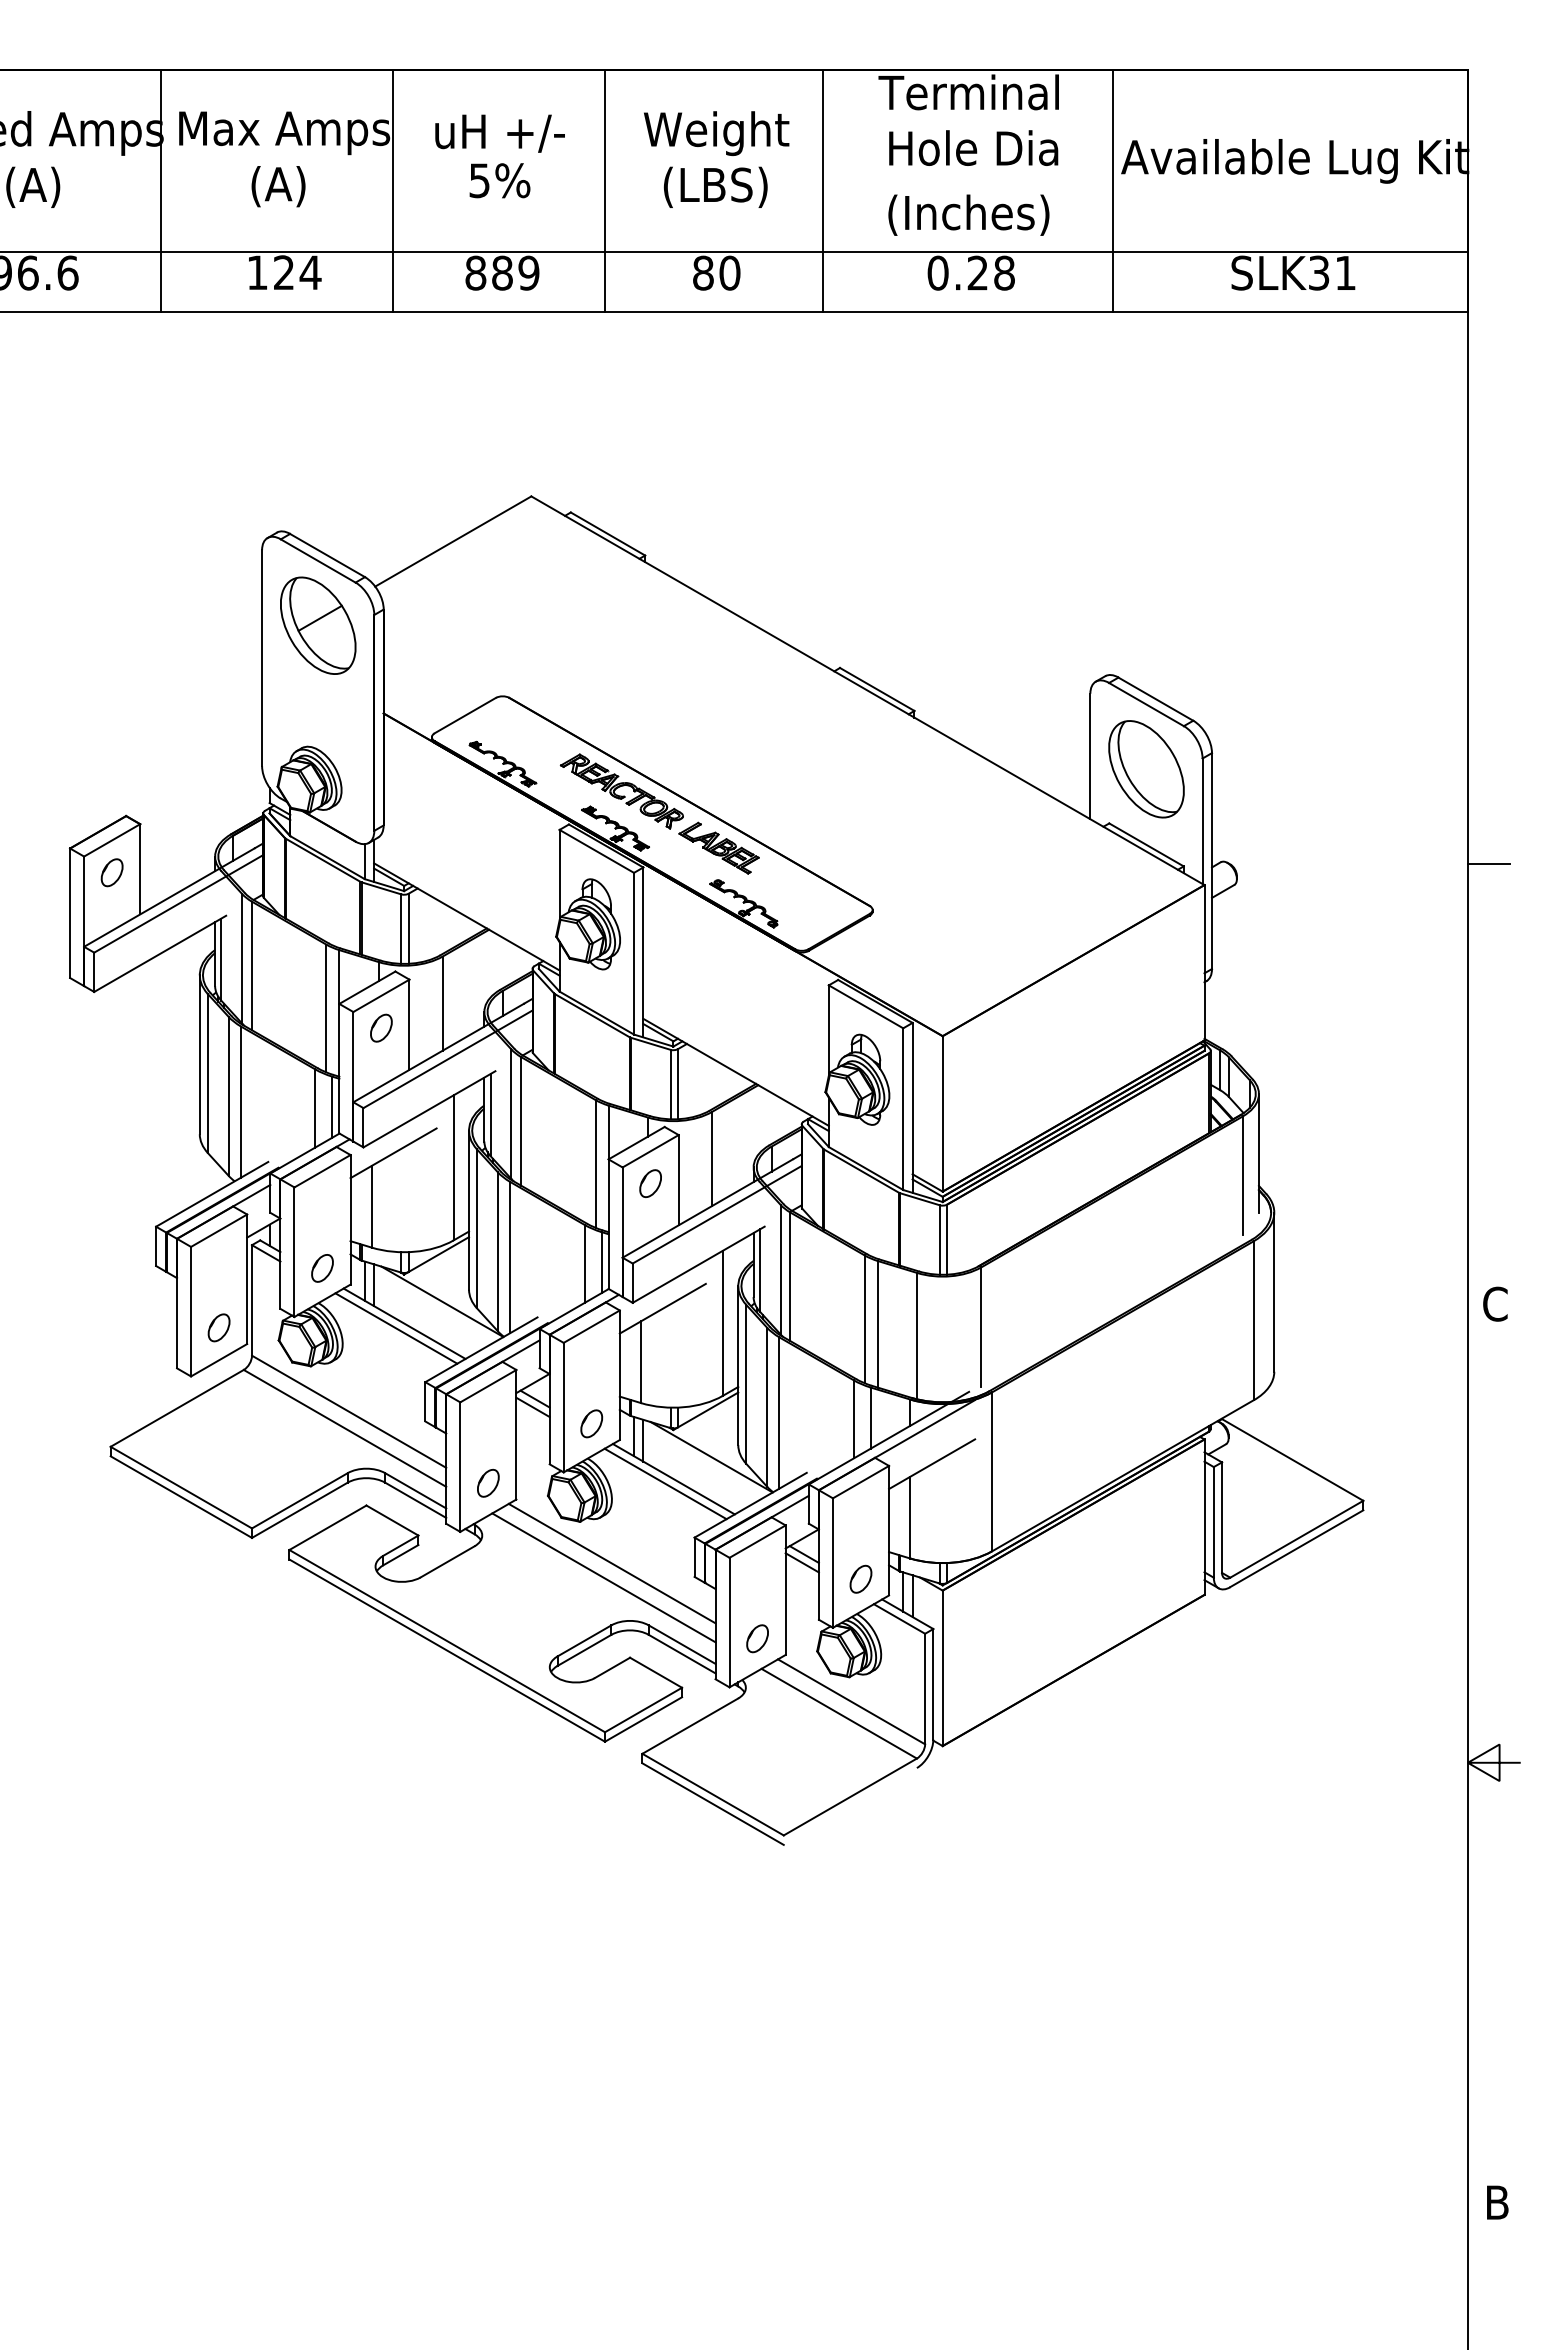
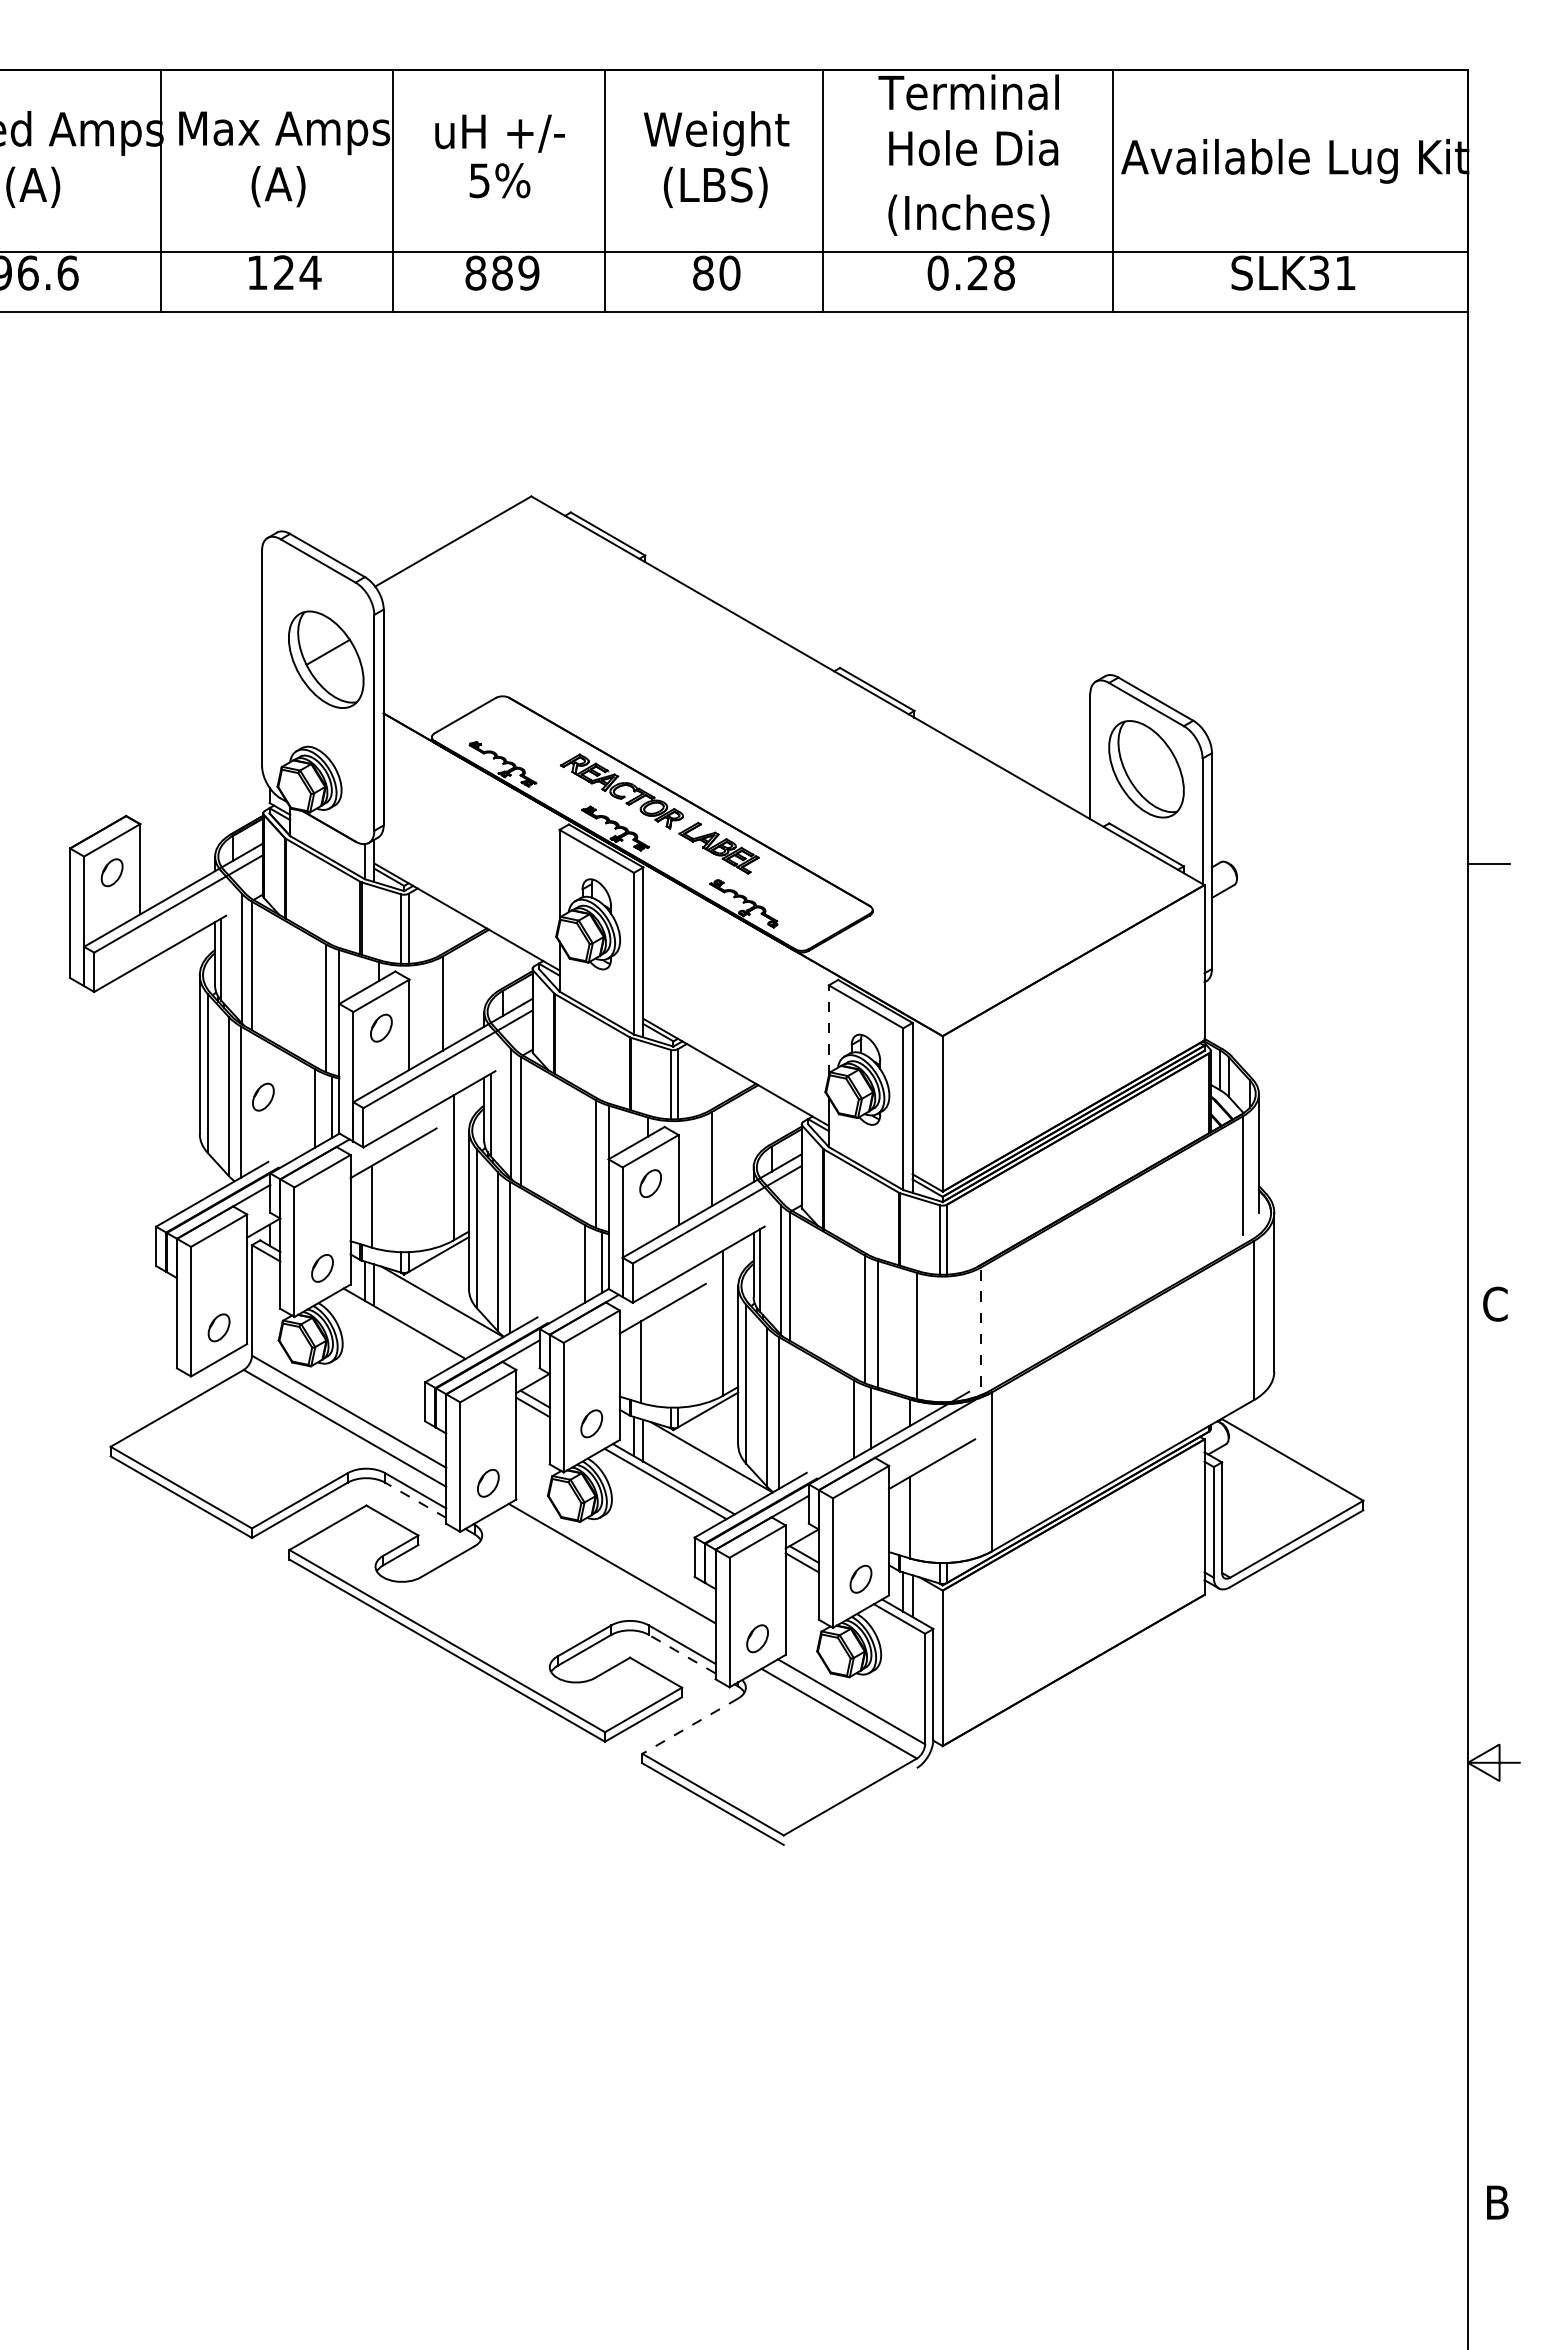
part at (318, 625) position: (318, 625) -> (326, 659)
line at (828, 1030): solid -> dashed
part at (263, 1096): none -> present
line at (981, 1327): solid -> dashed
line at (396, 1328): present -> none
line at (415, 1500): solid -> dashed
line at (603, 1577): present -> none
line at (682, 1654): solid -> dashed
line at (689, 1726): solid -> dashed
